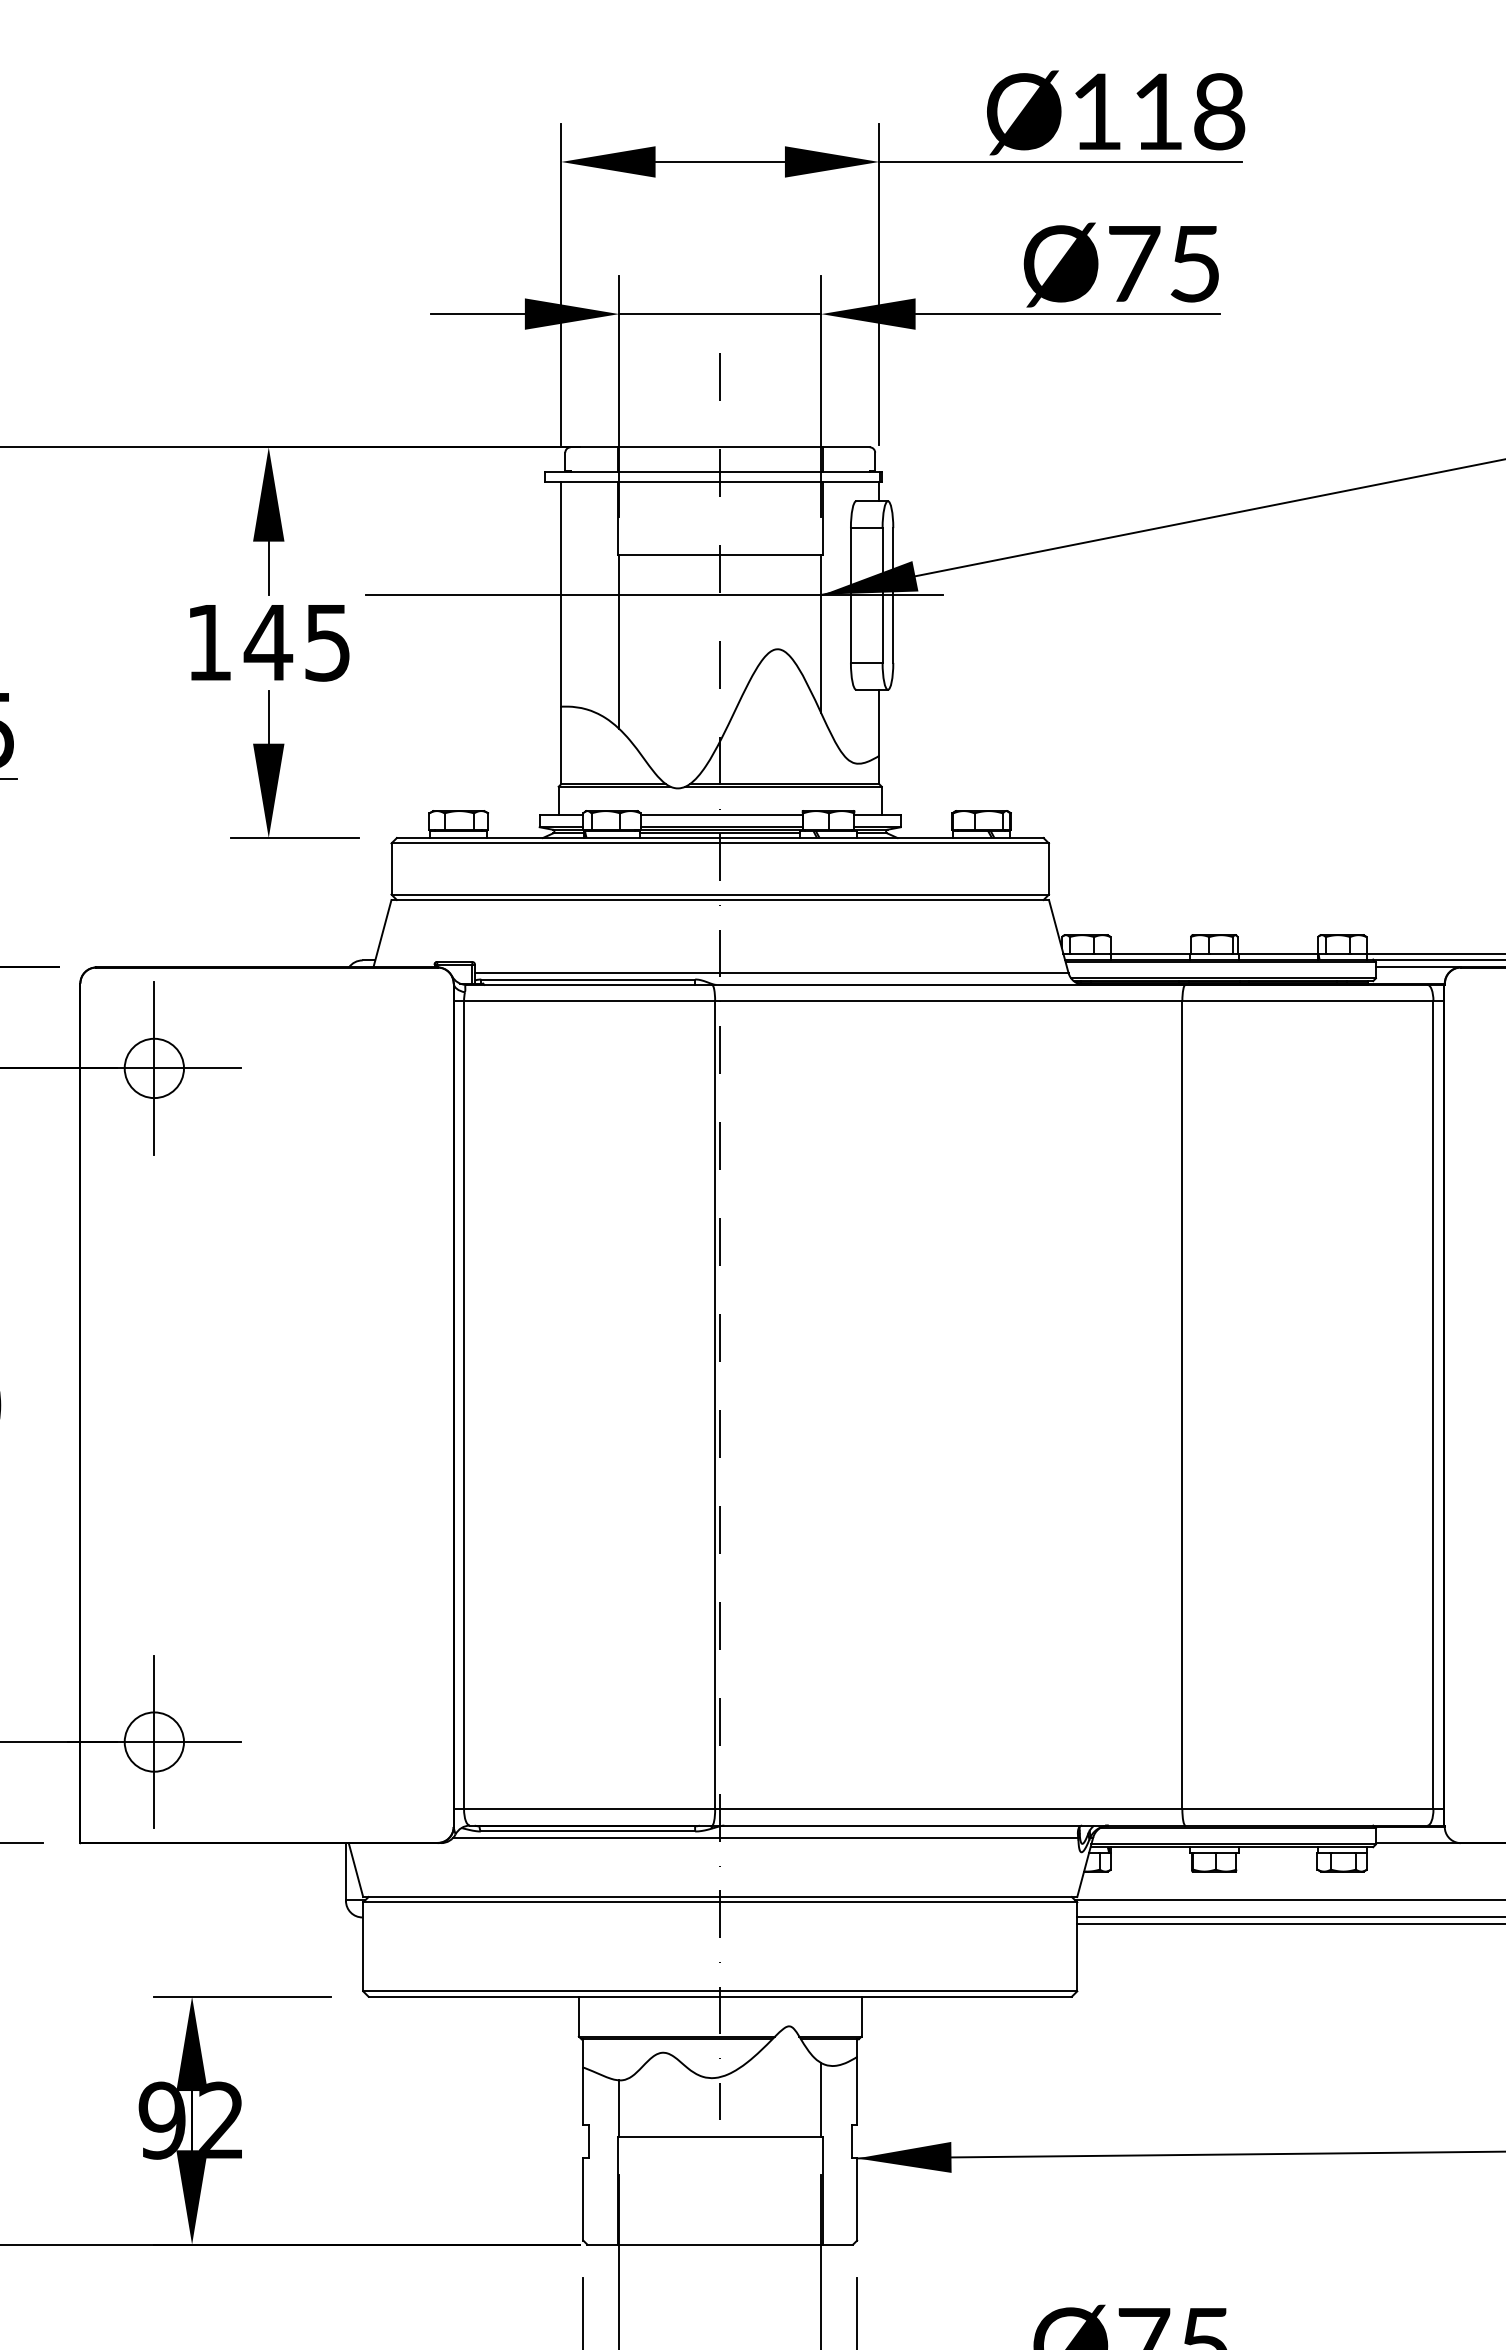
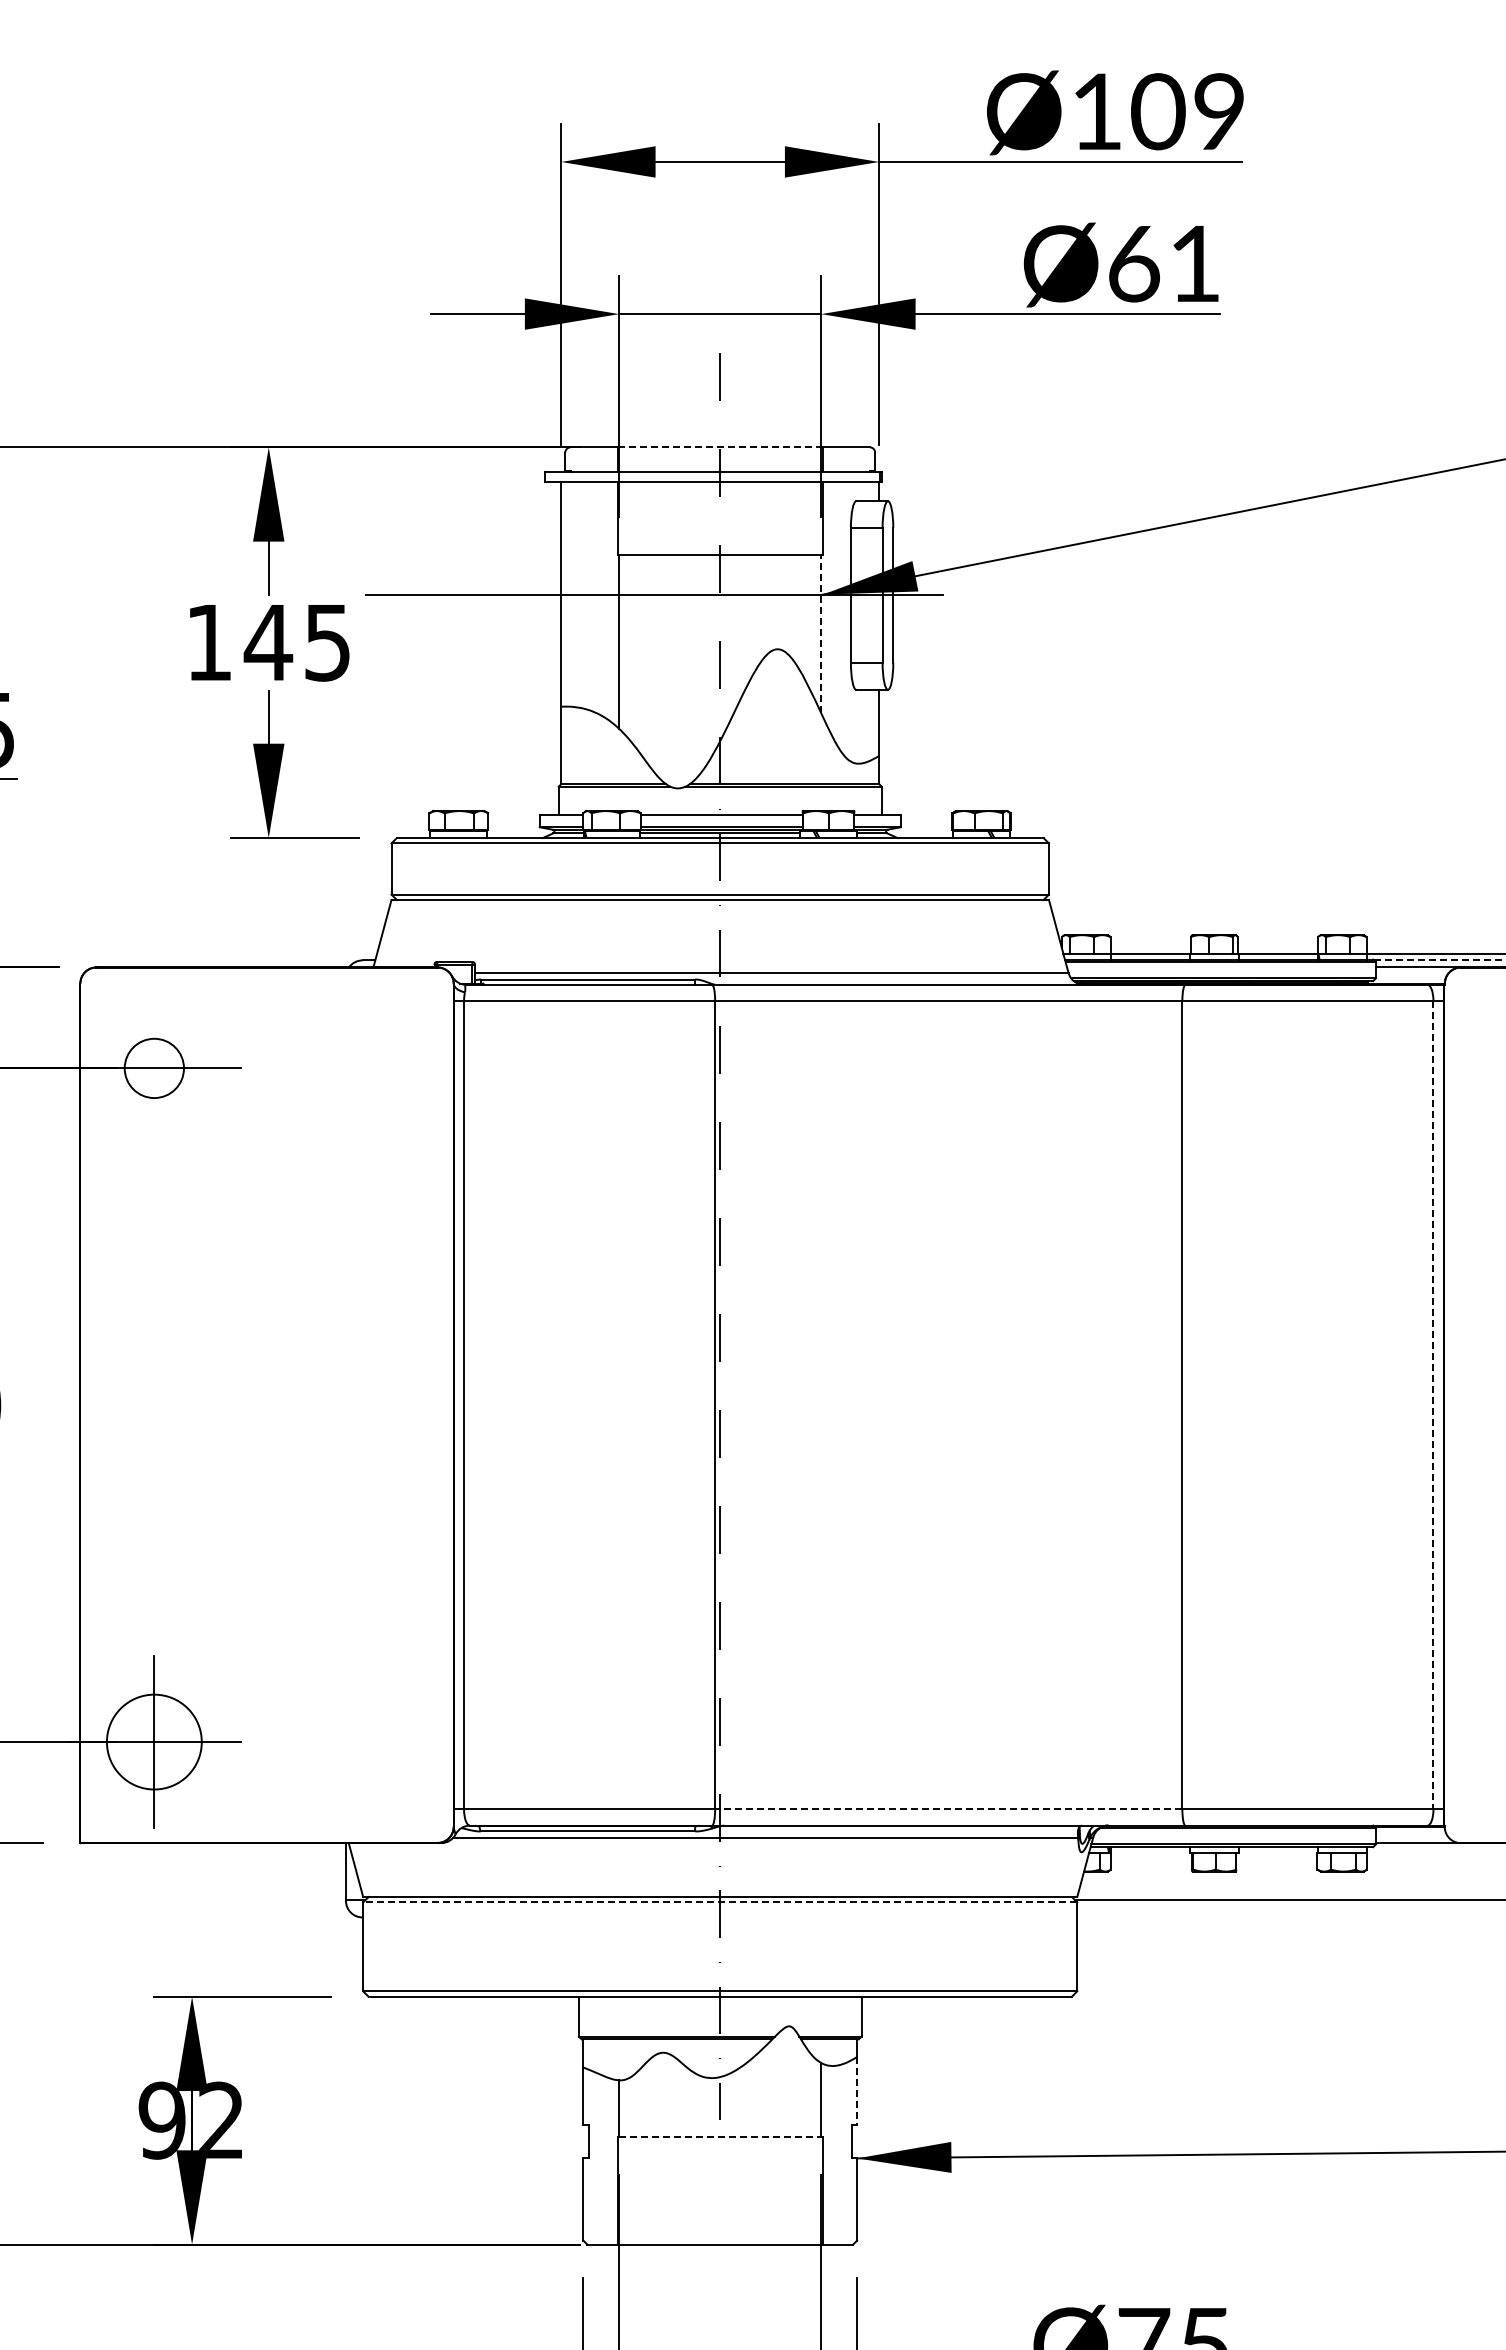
text at (1188, 111): Ø118 -> Ø109
text at (1163, 264): Ø75 -> Ø61
line at (720, 447): solid -> dashed
line at (821, 633): solid -> dashed
line at (1440, 960): solid -> dashed
line at (154, 1068): present -> none
line at (1433, 1405): solid -> dashed
circle at (154, 1741) diameter: 59 px -> 95 px
line at (948, 1809): solid -> dashed
line at (719, 1902): solid -> dashed
line at (1289, 1917): present -> none
line at (1289, 1923): present -> none
line at (857, 2090): solid -> dashed
line at (720, 2136): solid -> dashed
